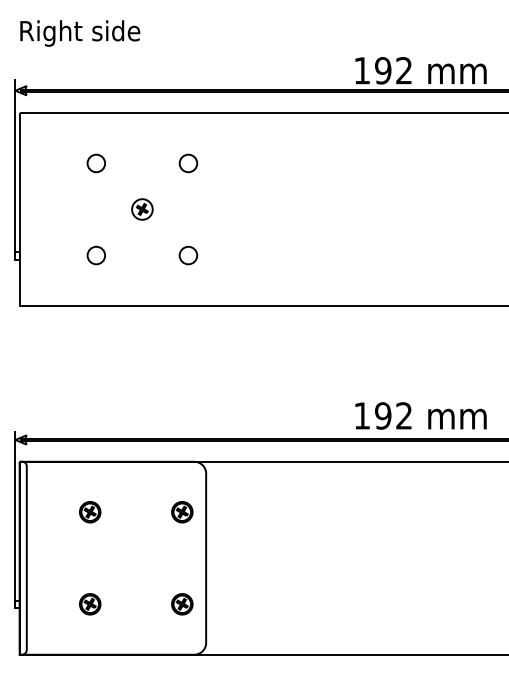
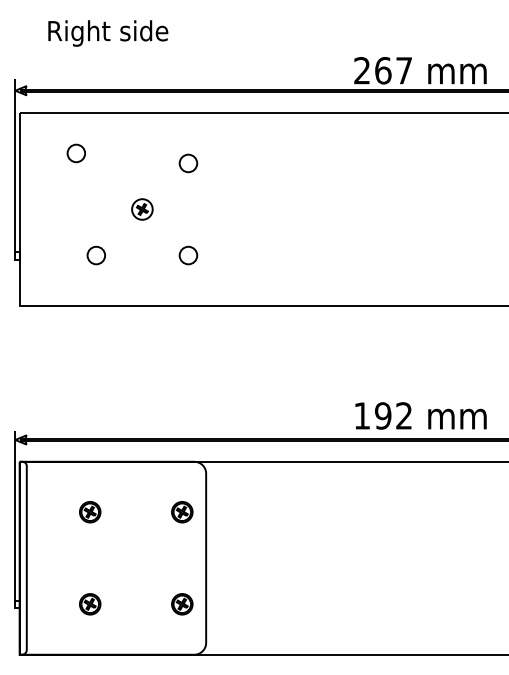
text at (80, 33) position: (80, 33) -> (108, 33)
text at (382, 70): 192 -> 267
part at (95, 163) position: (95, 163) -> (75, 153)
